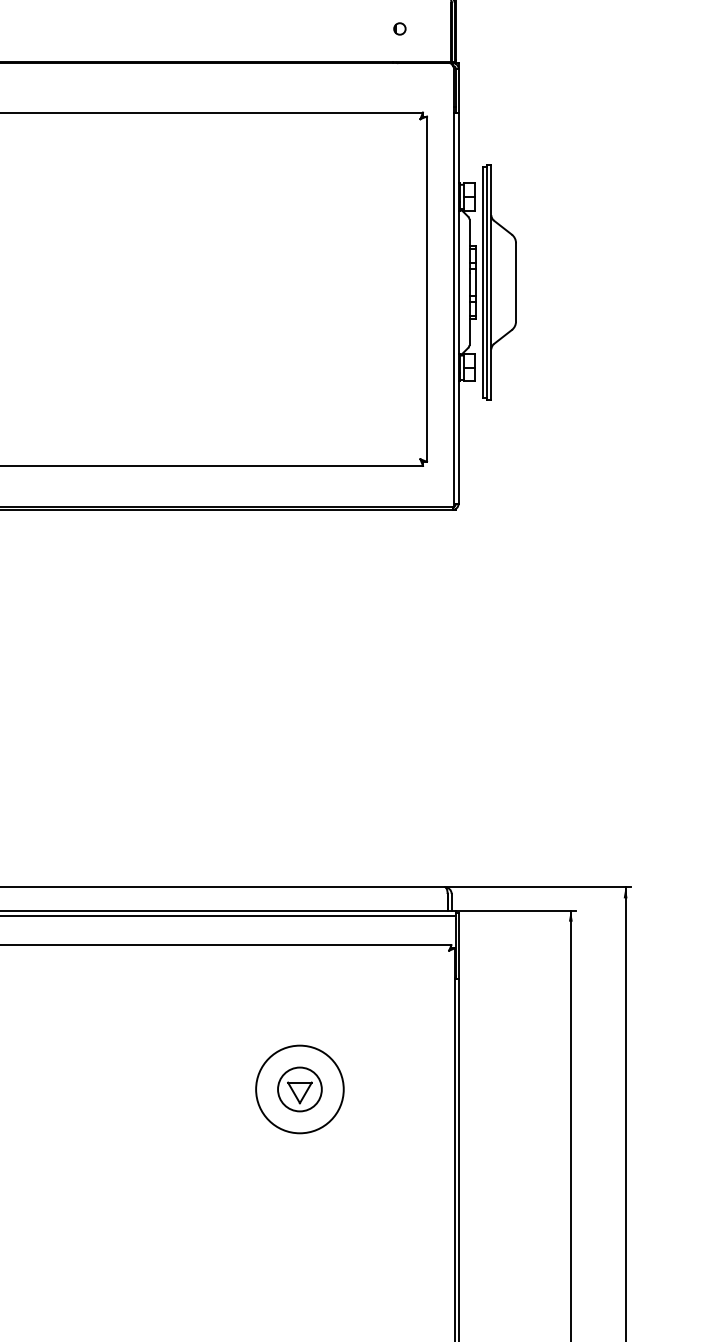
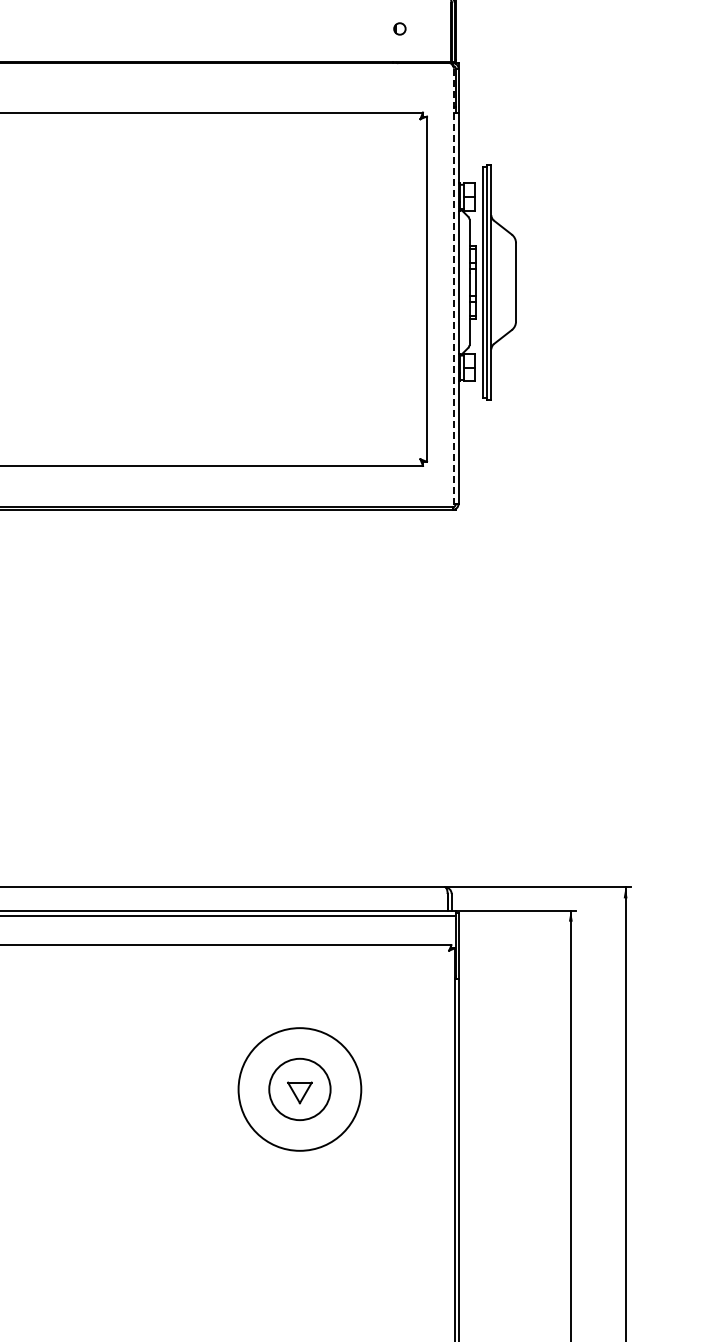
line at (454, 288): solid -> dashed
circle at (299, 1089) diameter: 44 px -> 61 px
circle at (299, 1089) diameter: 88 px -> 123 px
